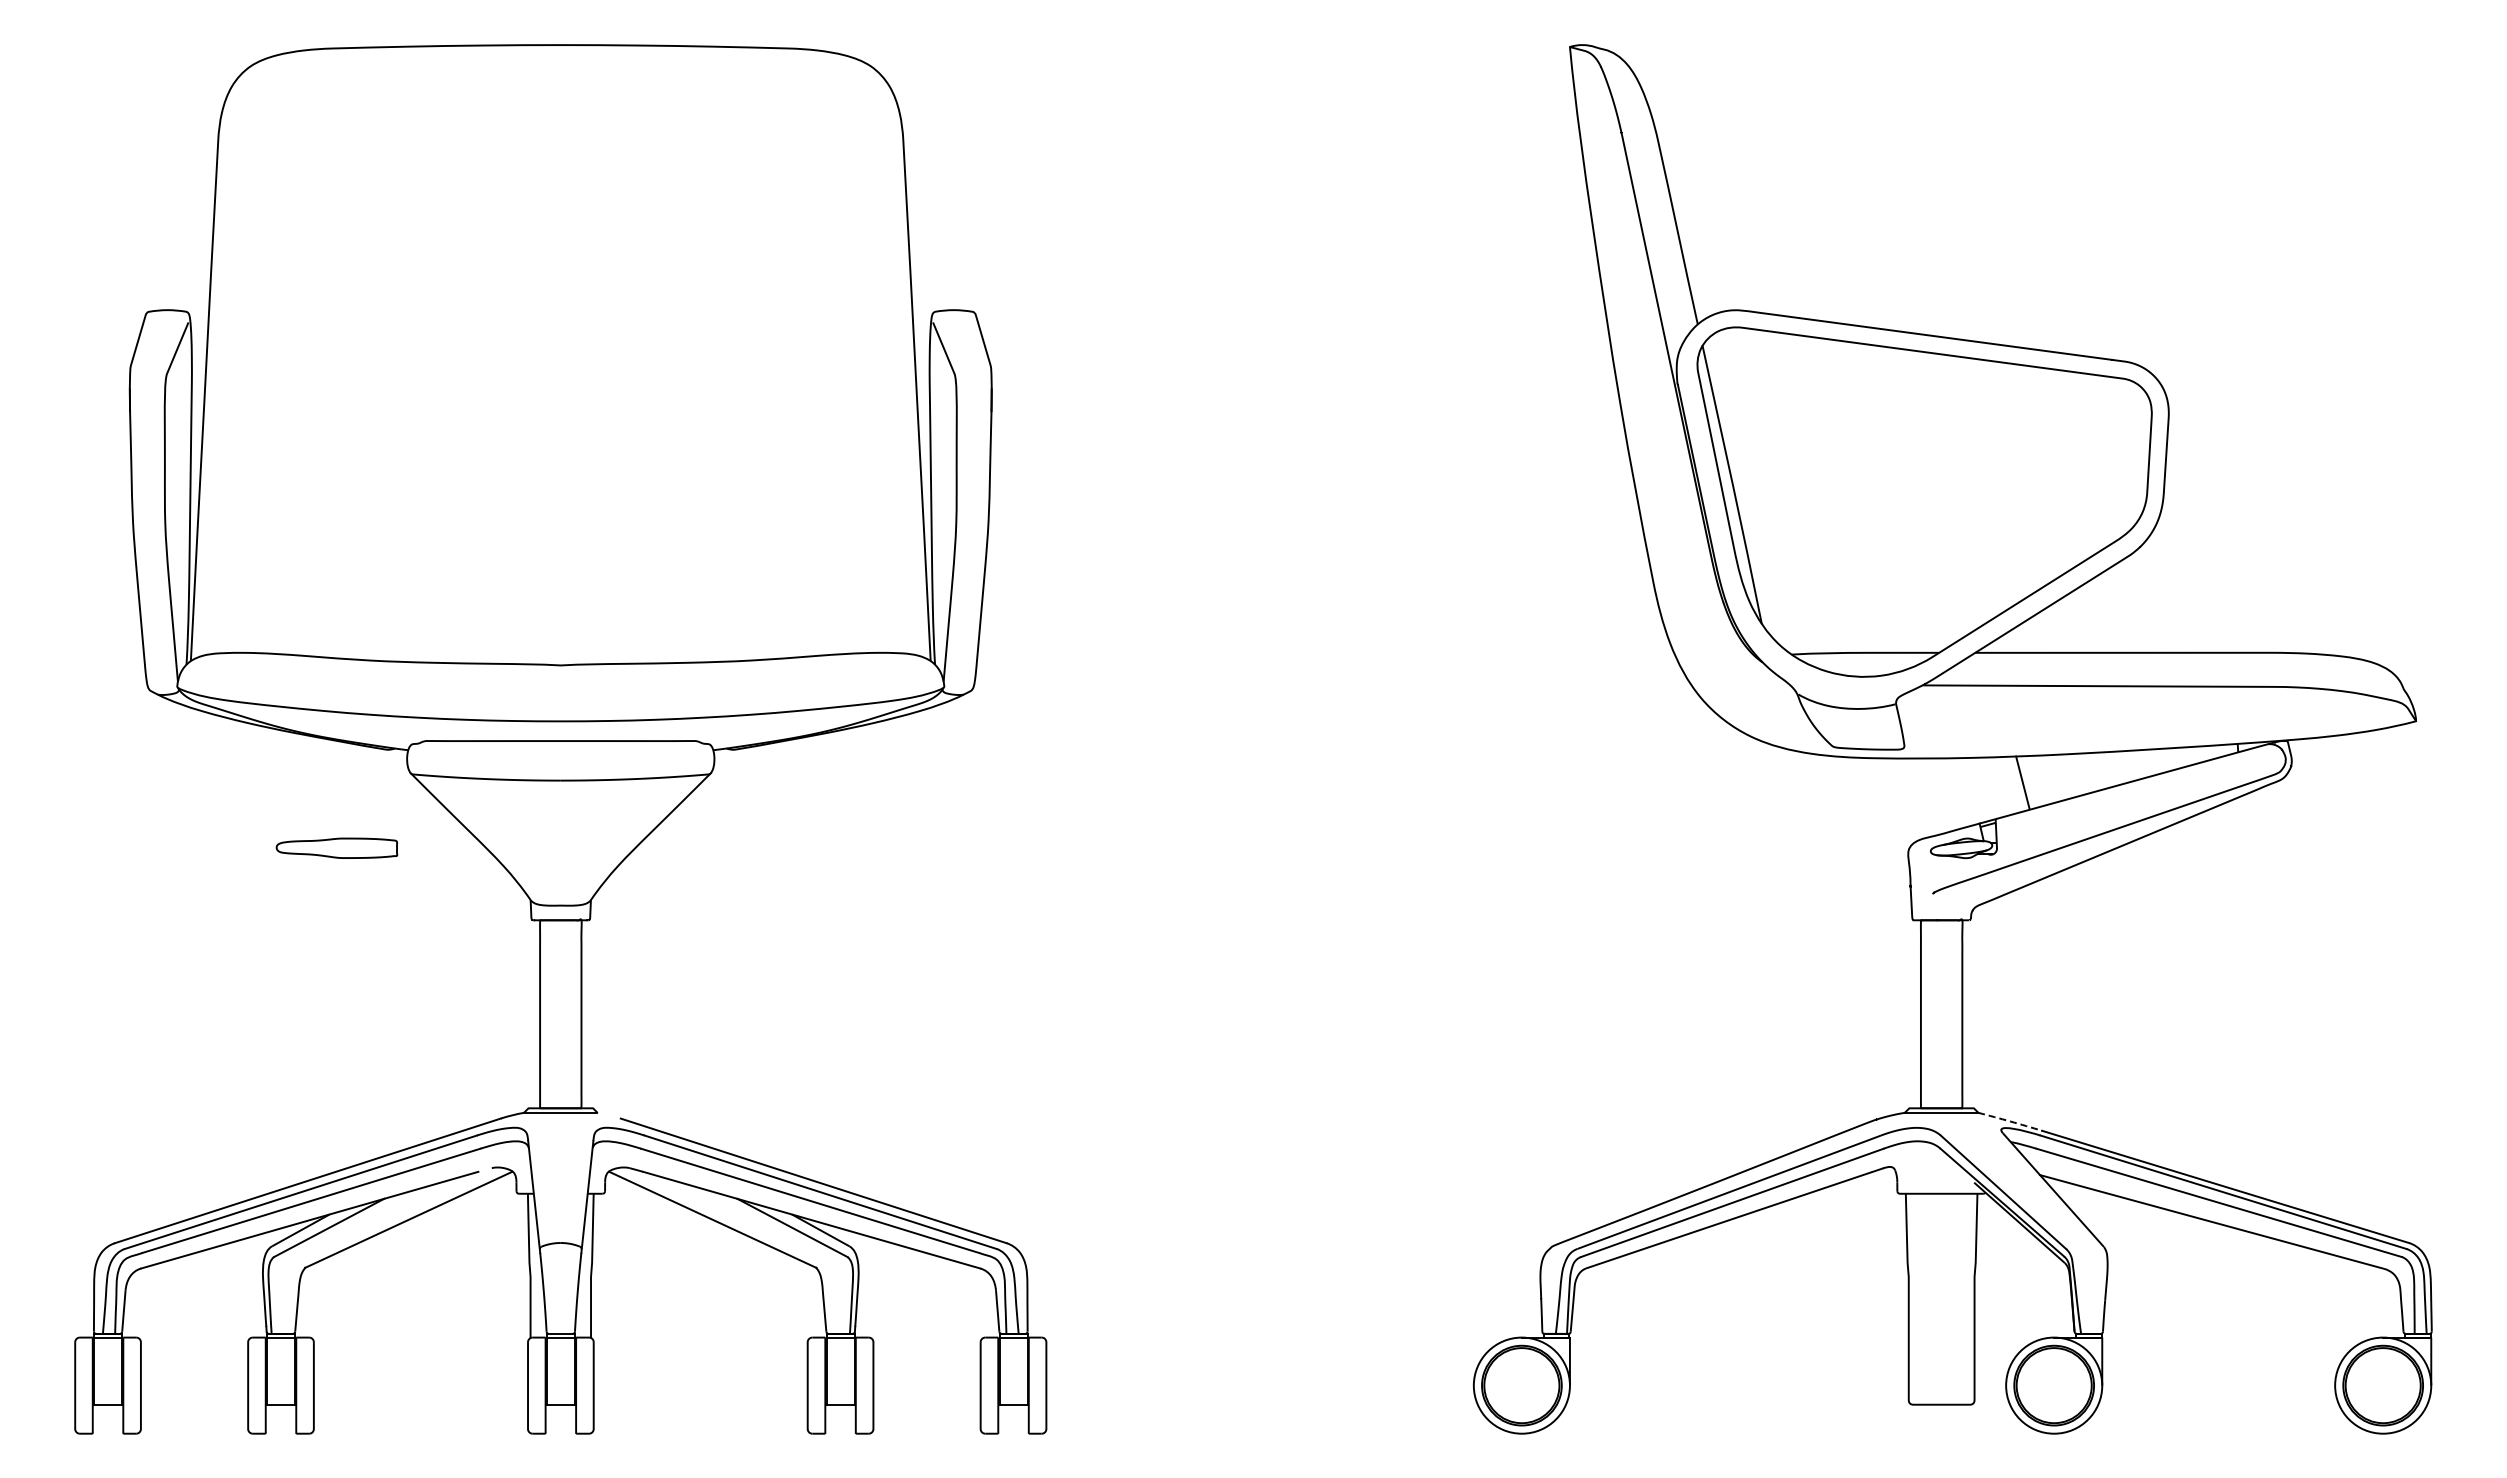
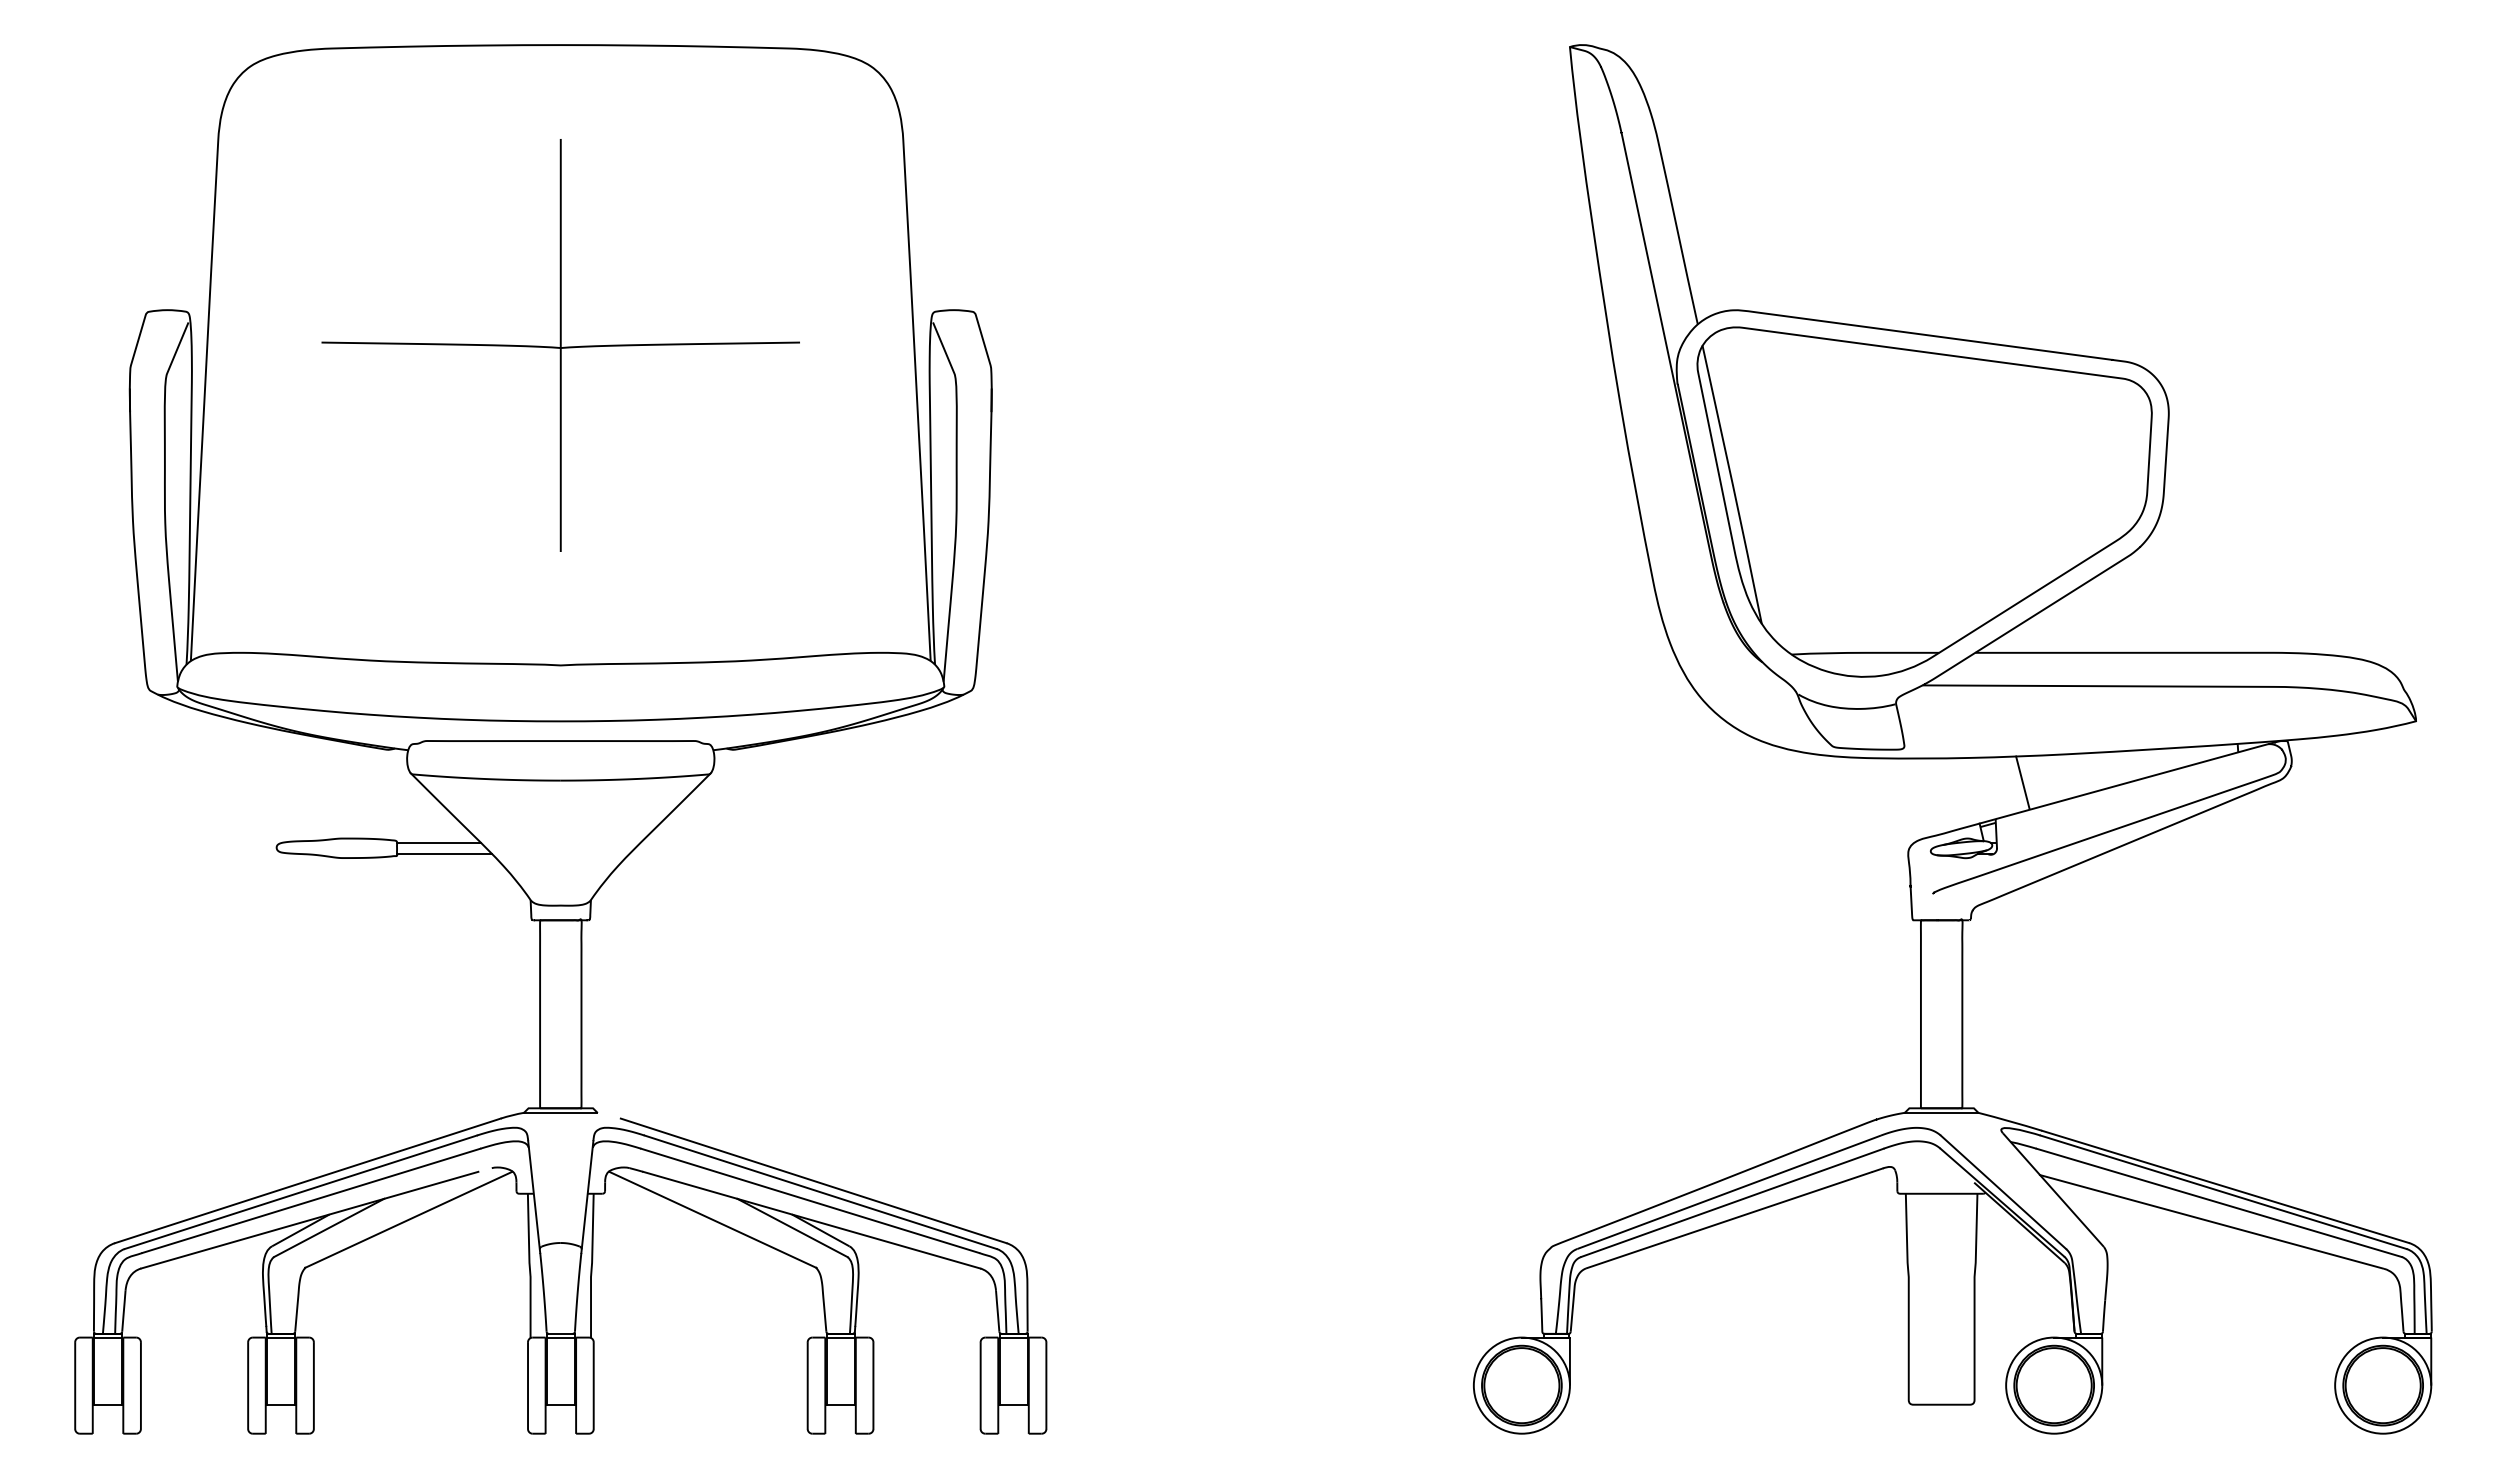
part at (560, 345): none -> present
line at (438, 842): none -> present
line at (444, 854): none -> present
arc at (2010, 1121): dashed -> solid
